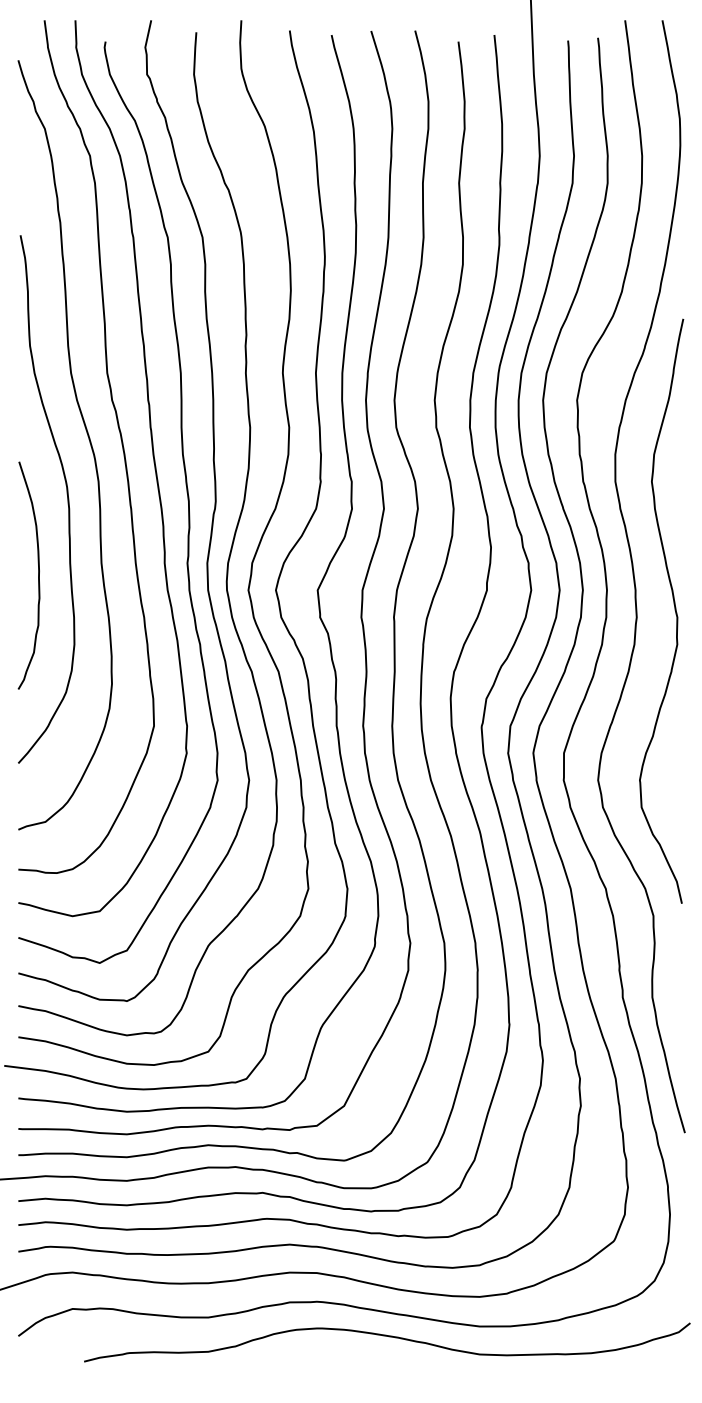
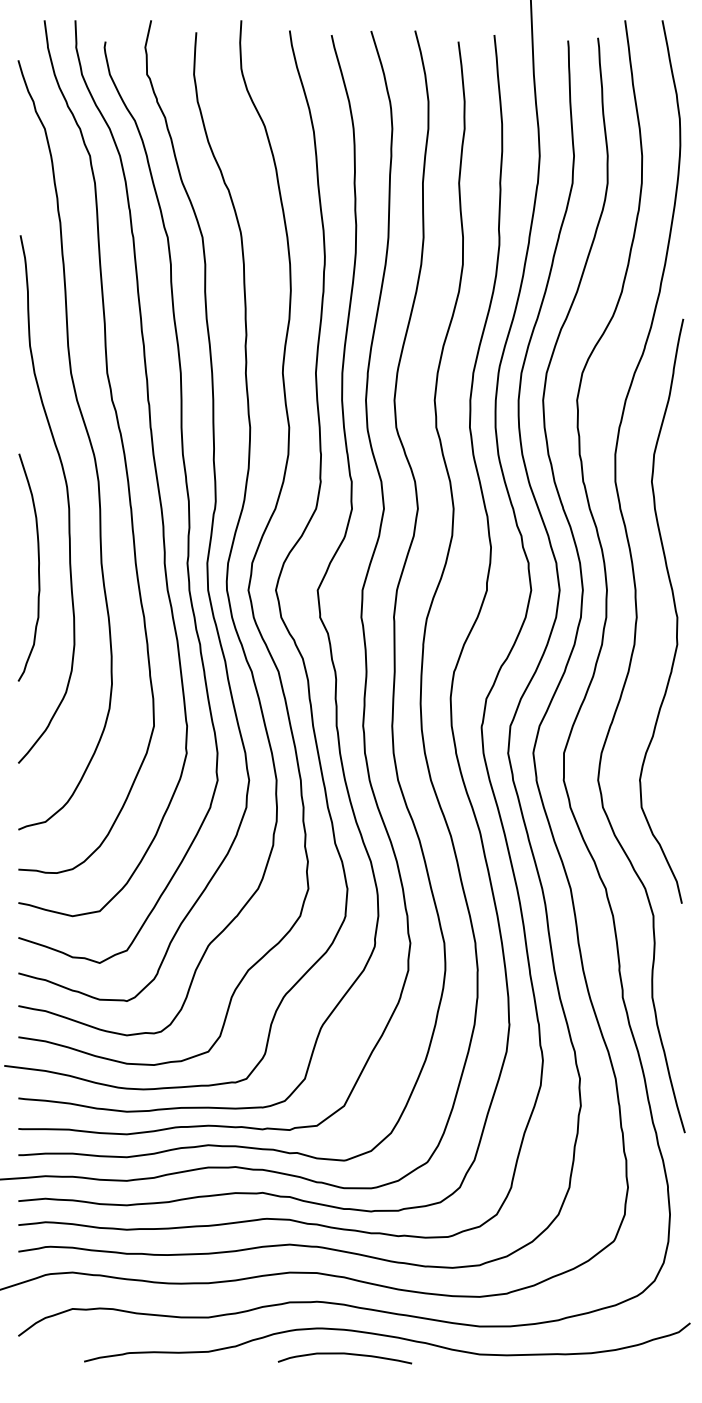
curve at (38, 575) position: (38, 575) -> (38, 567)
curve at (344, 1354): none -> present
